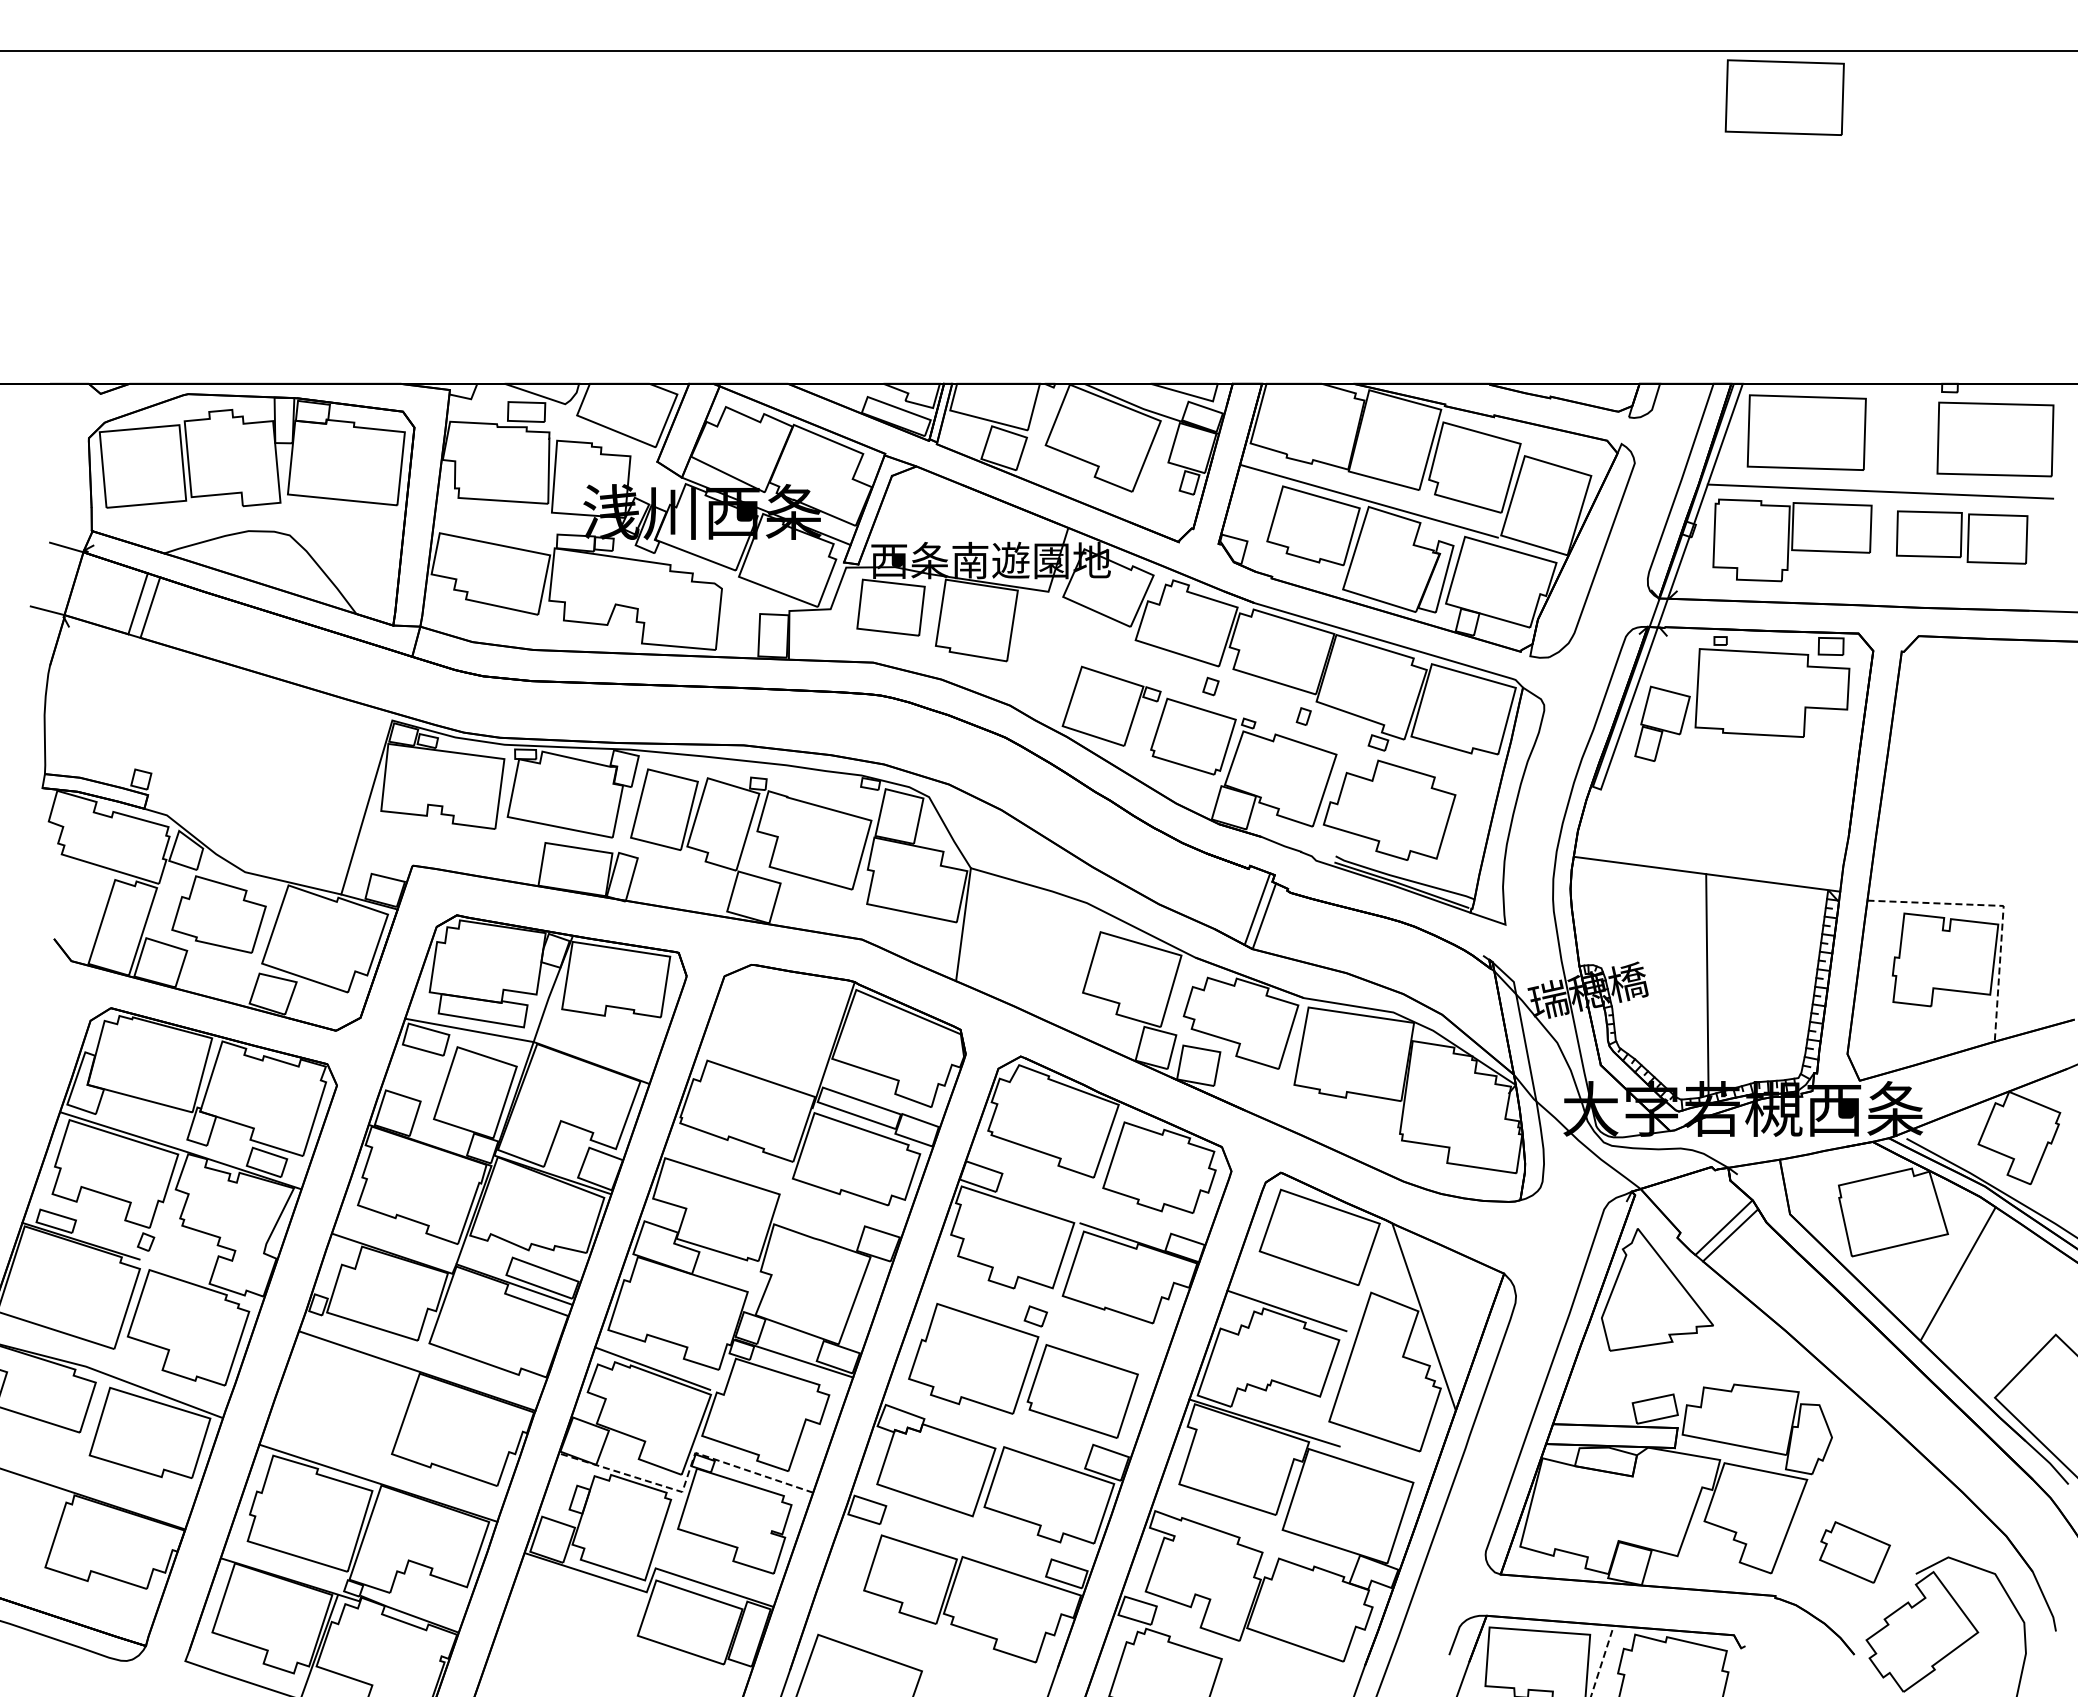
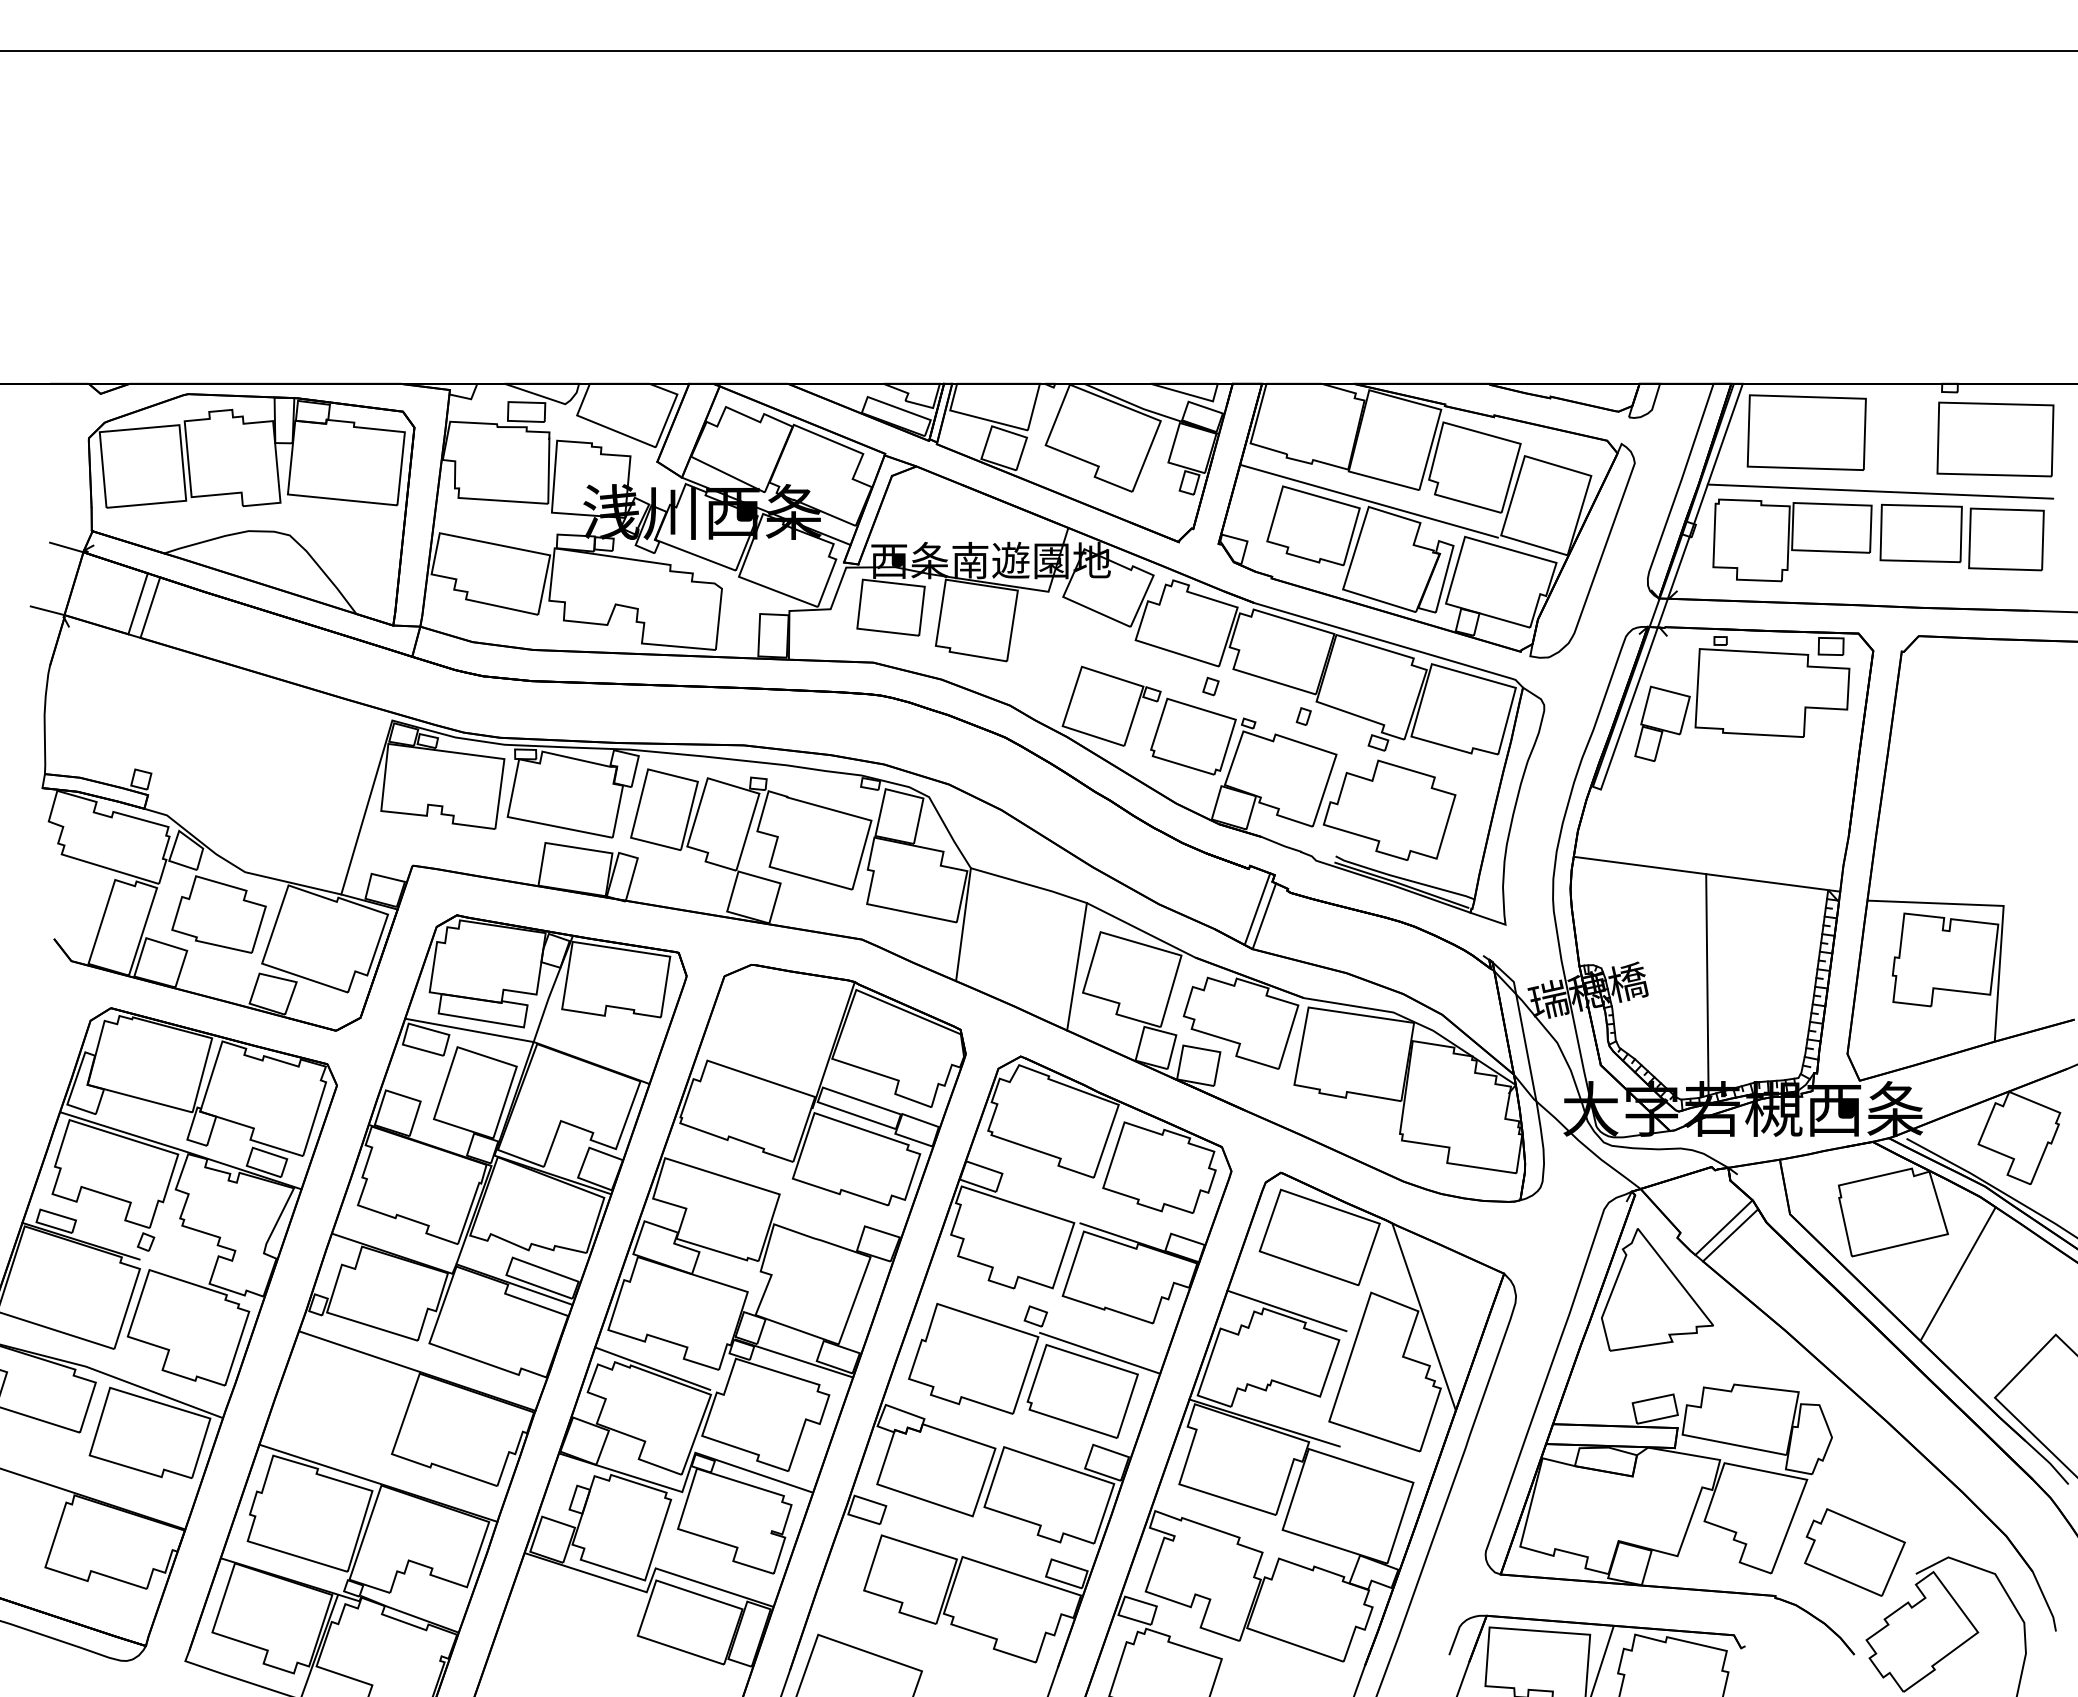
part at (1784, 97): present -> none
part at (1962, 537) size: 133x55 px -> 166x69 px
line at (2003, 905): dashed -> solid
line at (1076, 966): none -> present
line at (1100, 1352): none -> present
line at (687, 1475): dashed -> solid
part at (1854, 1552) size: 72x63 px -> 102x89 px
line at (1602, 1661): dashed -> solid
